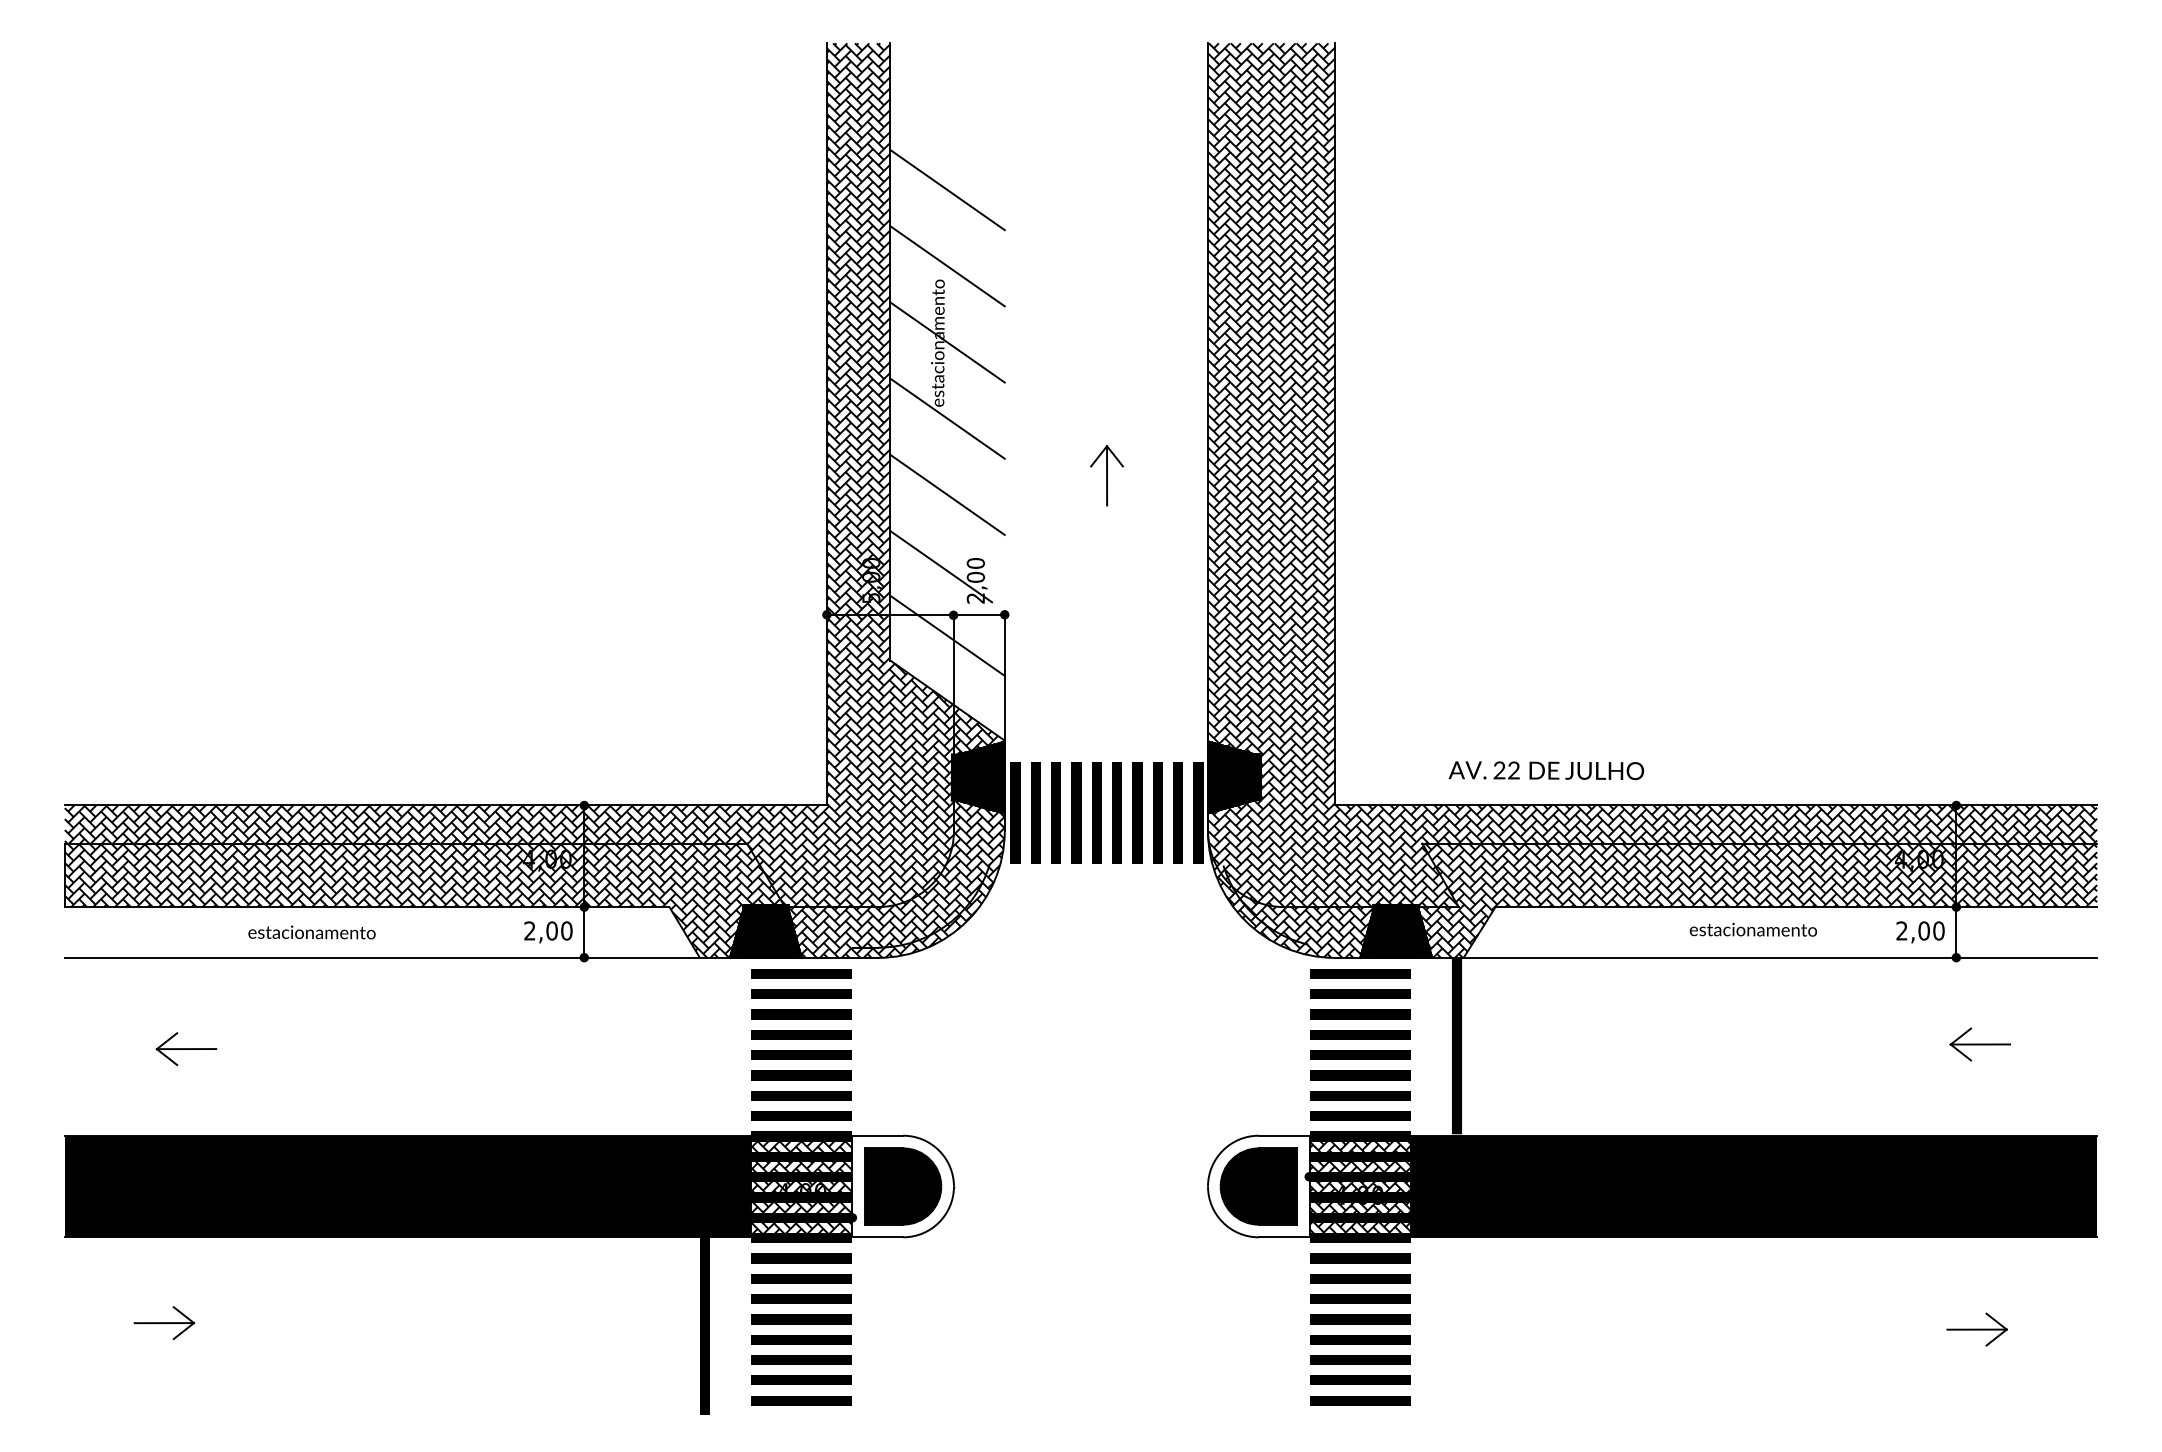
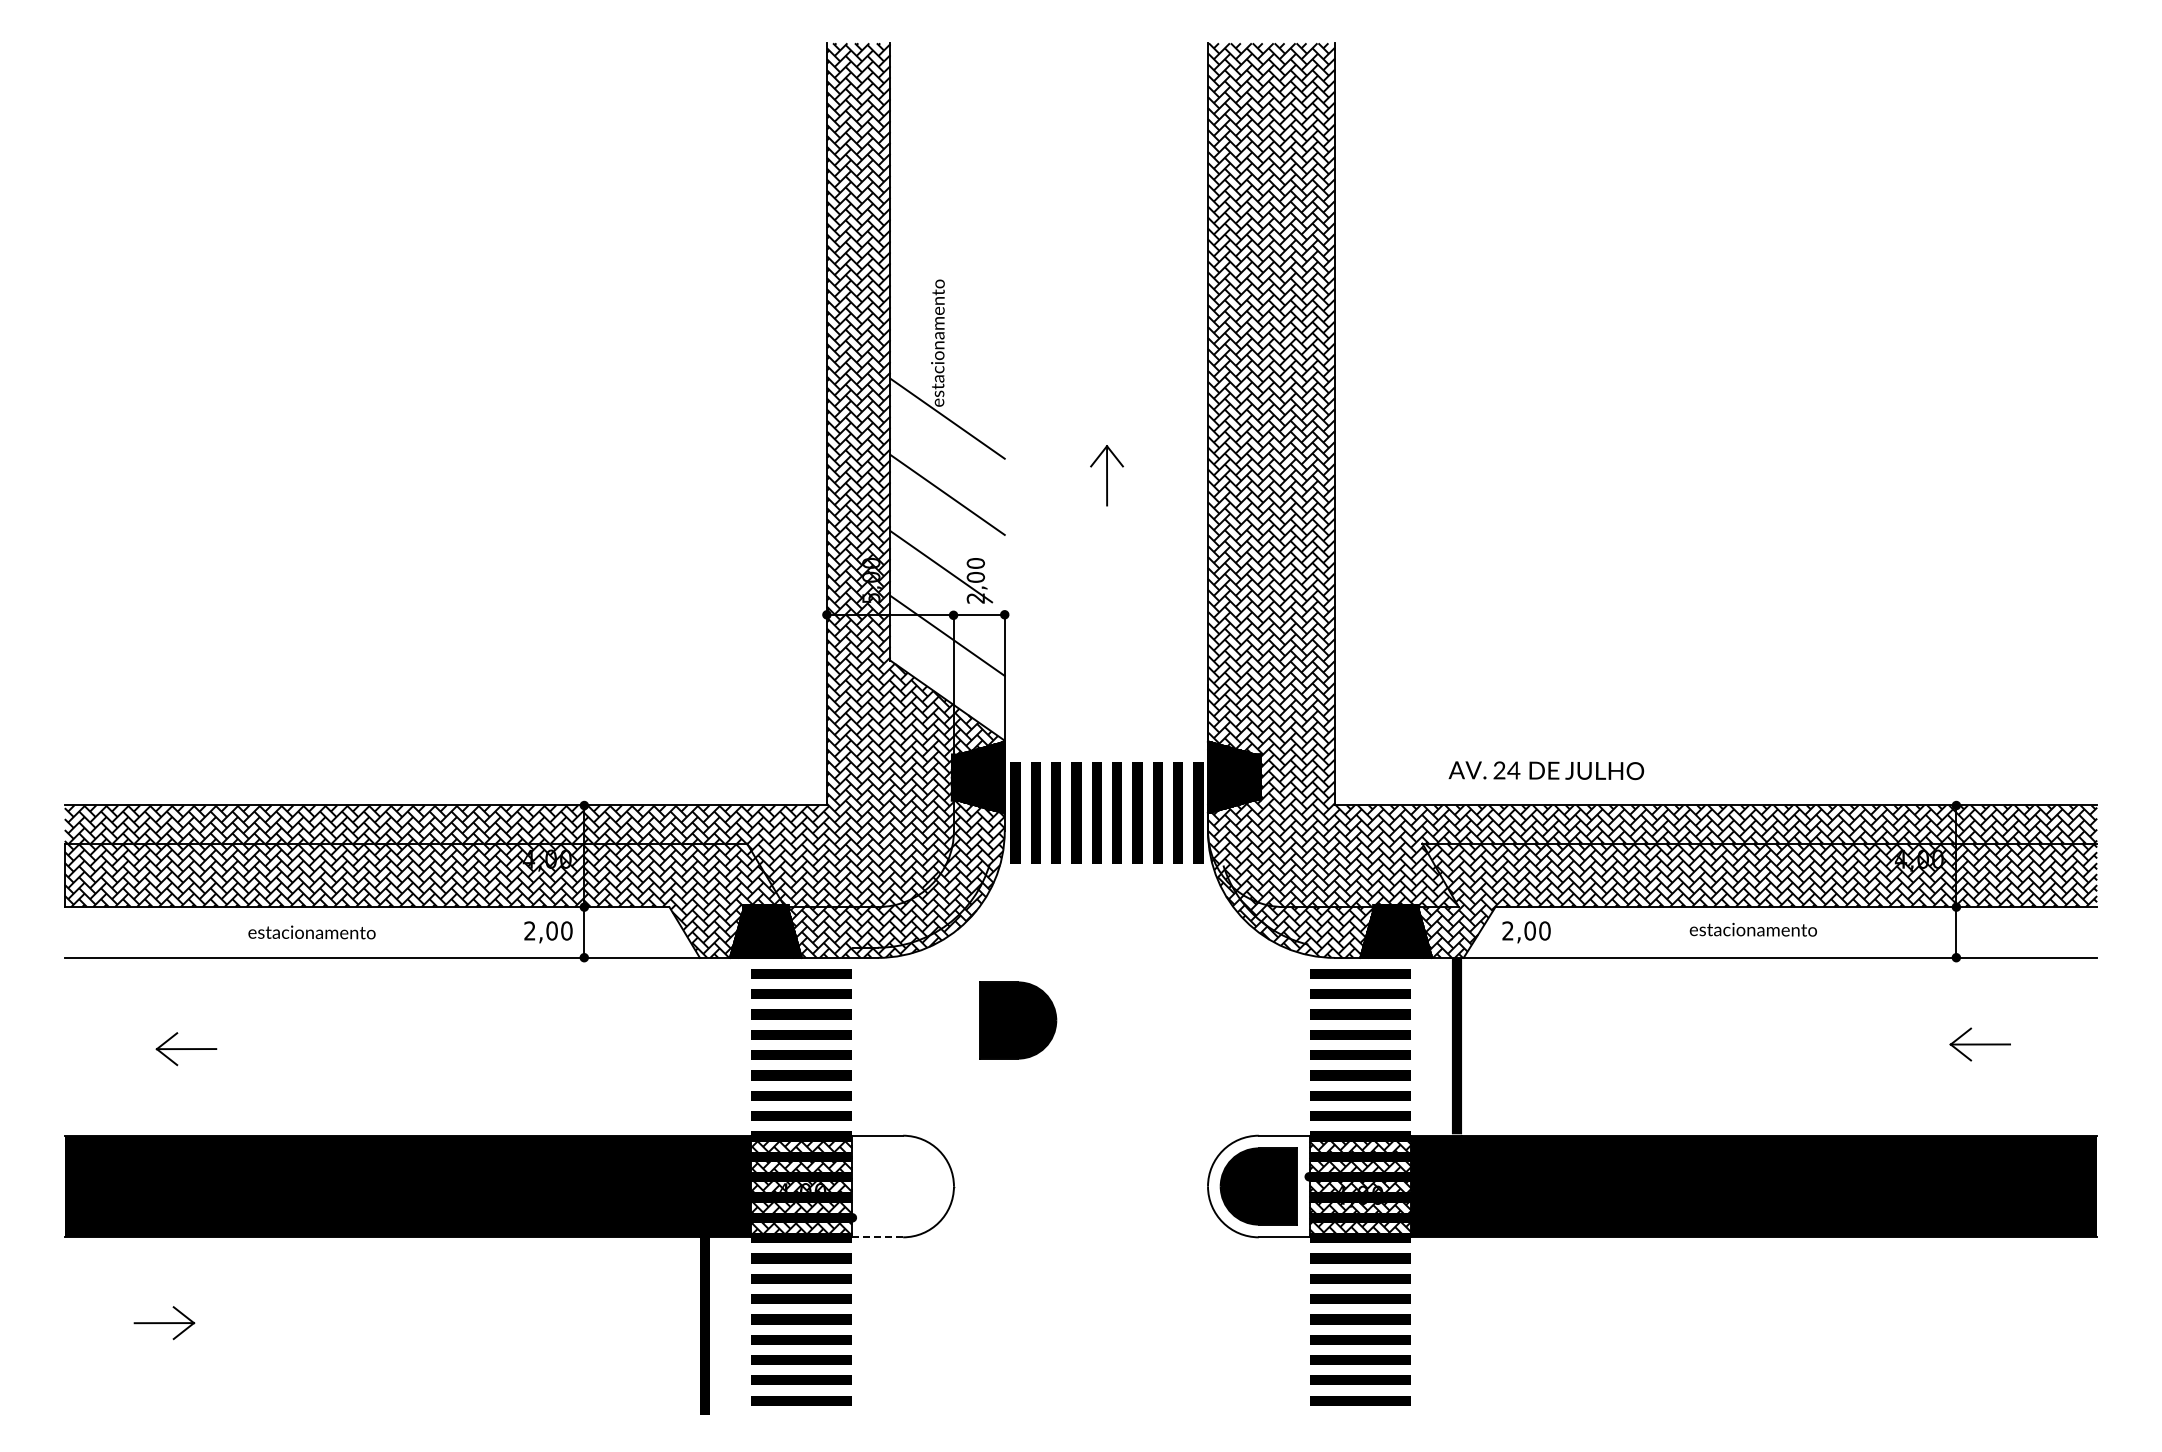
line at (947, 190): present -> none
line at (947, 266): present -> none
line at (947, 342): present -> none
text at (1513, 770): 22 -> 24
text at (1920, 932) position: (1920, 932) -> (1526, 932)
part at (903, 1186) position: (903, 1186) -> (1018, 1020)
line at (878, 1237): solid -> dashed
part at (1976, 1329): present -> none
